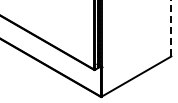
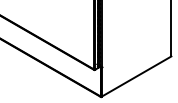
line at (171, 28): dashed -> solid
